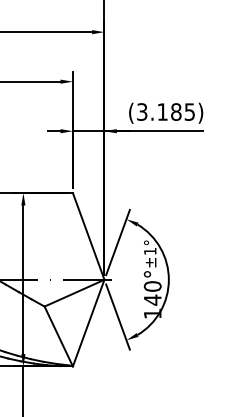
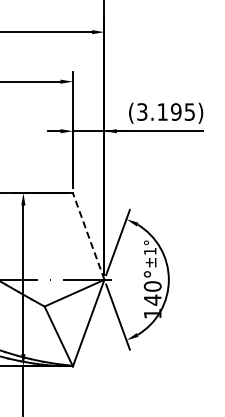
text at (176, 111): (3.185) -> (3.195)
line at (88, 235): solid -> dashed
